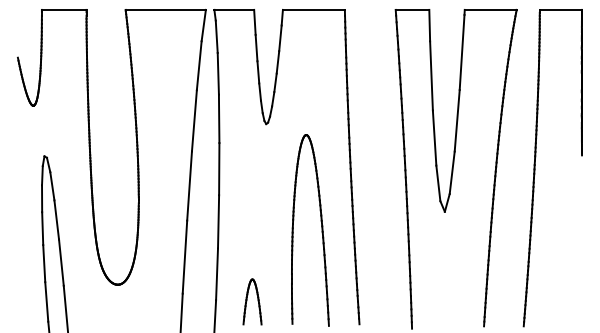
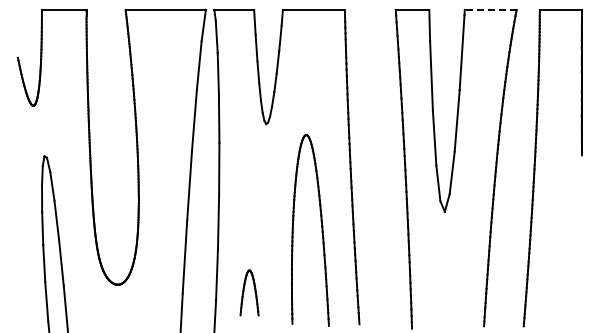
line at (490, 9): solid -> dashed
part at (252, 301) position: (252, 301) -> (249, 292)
